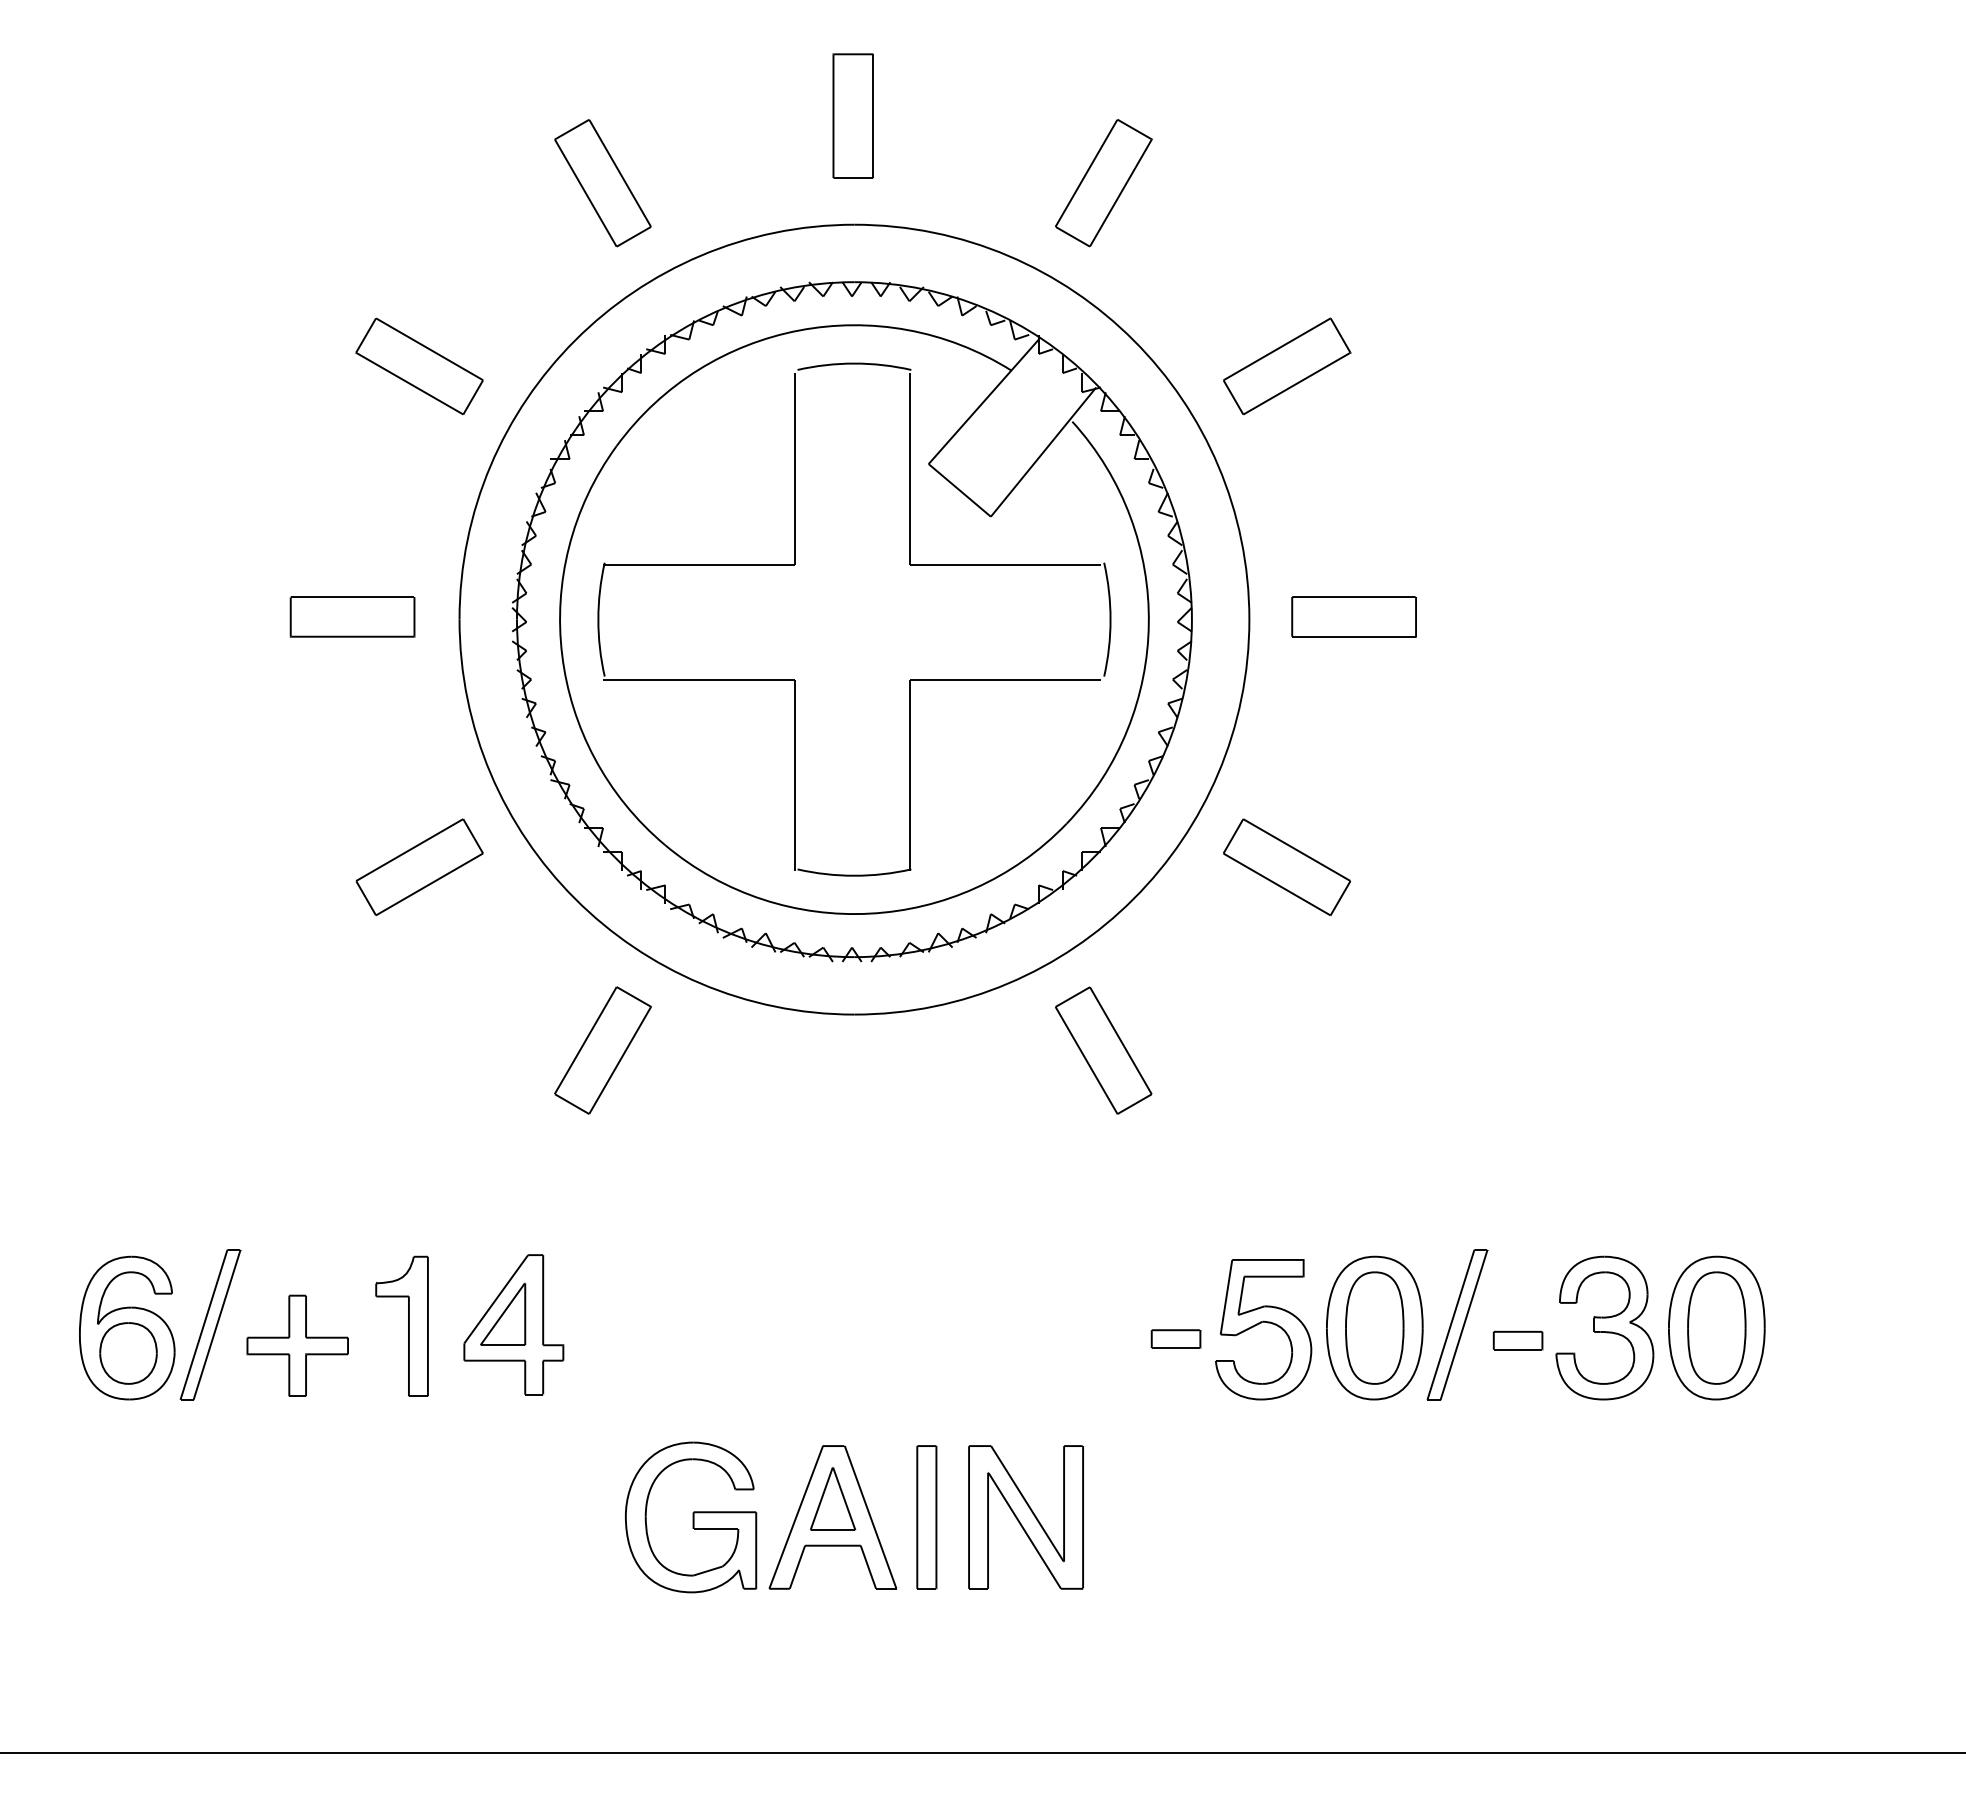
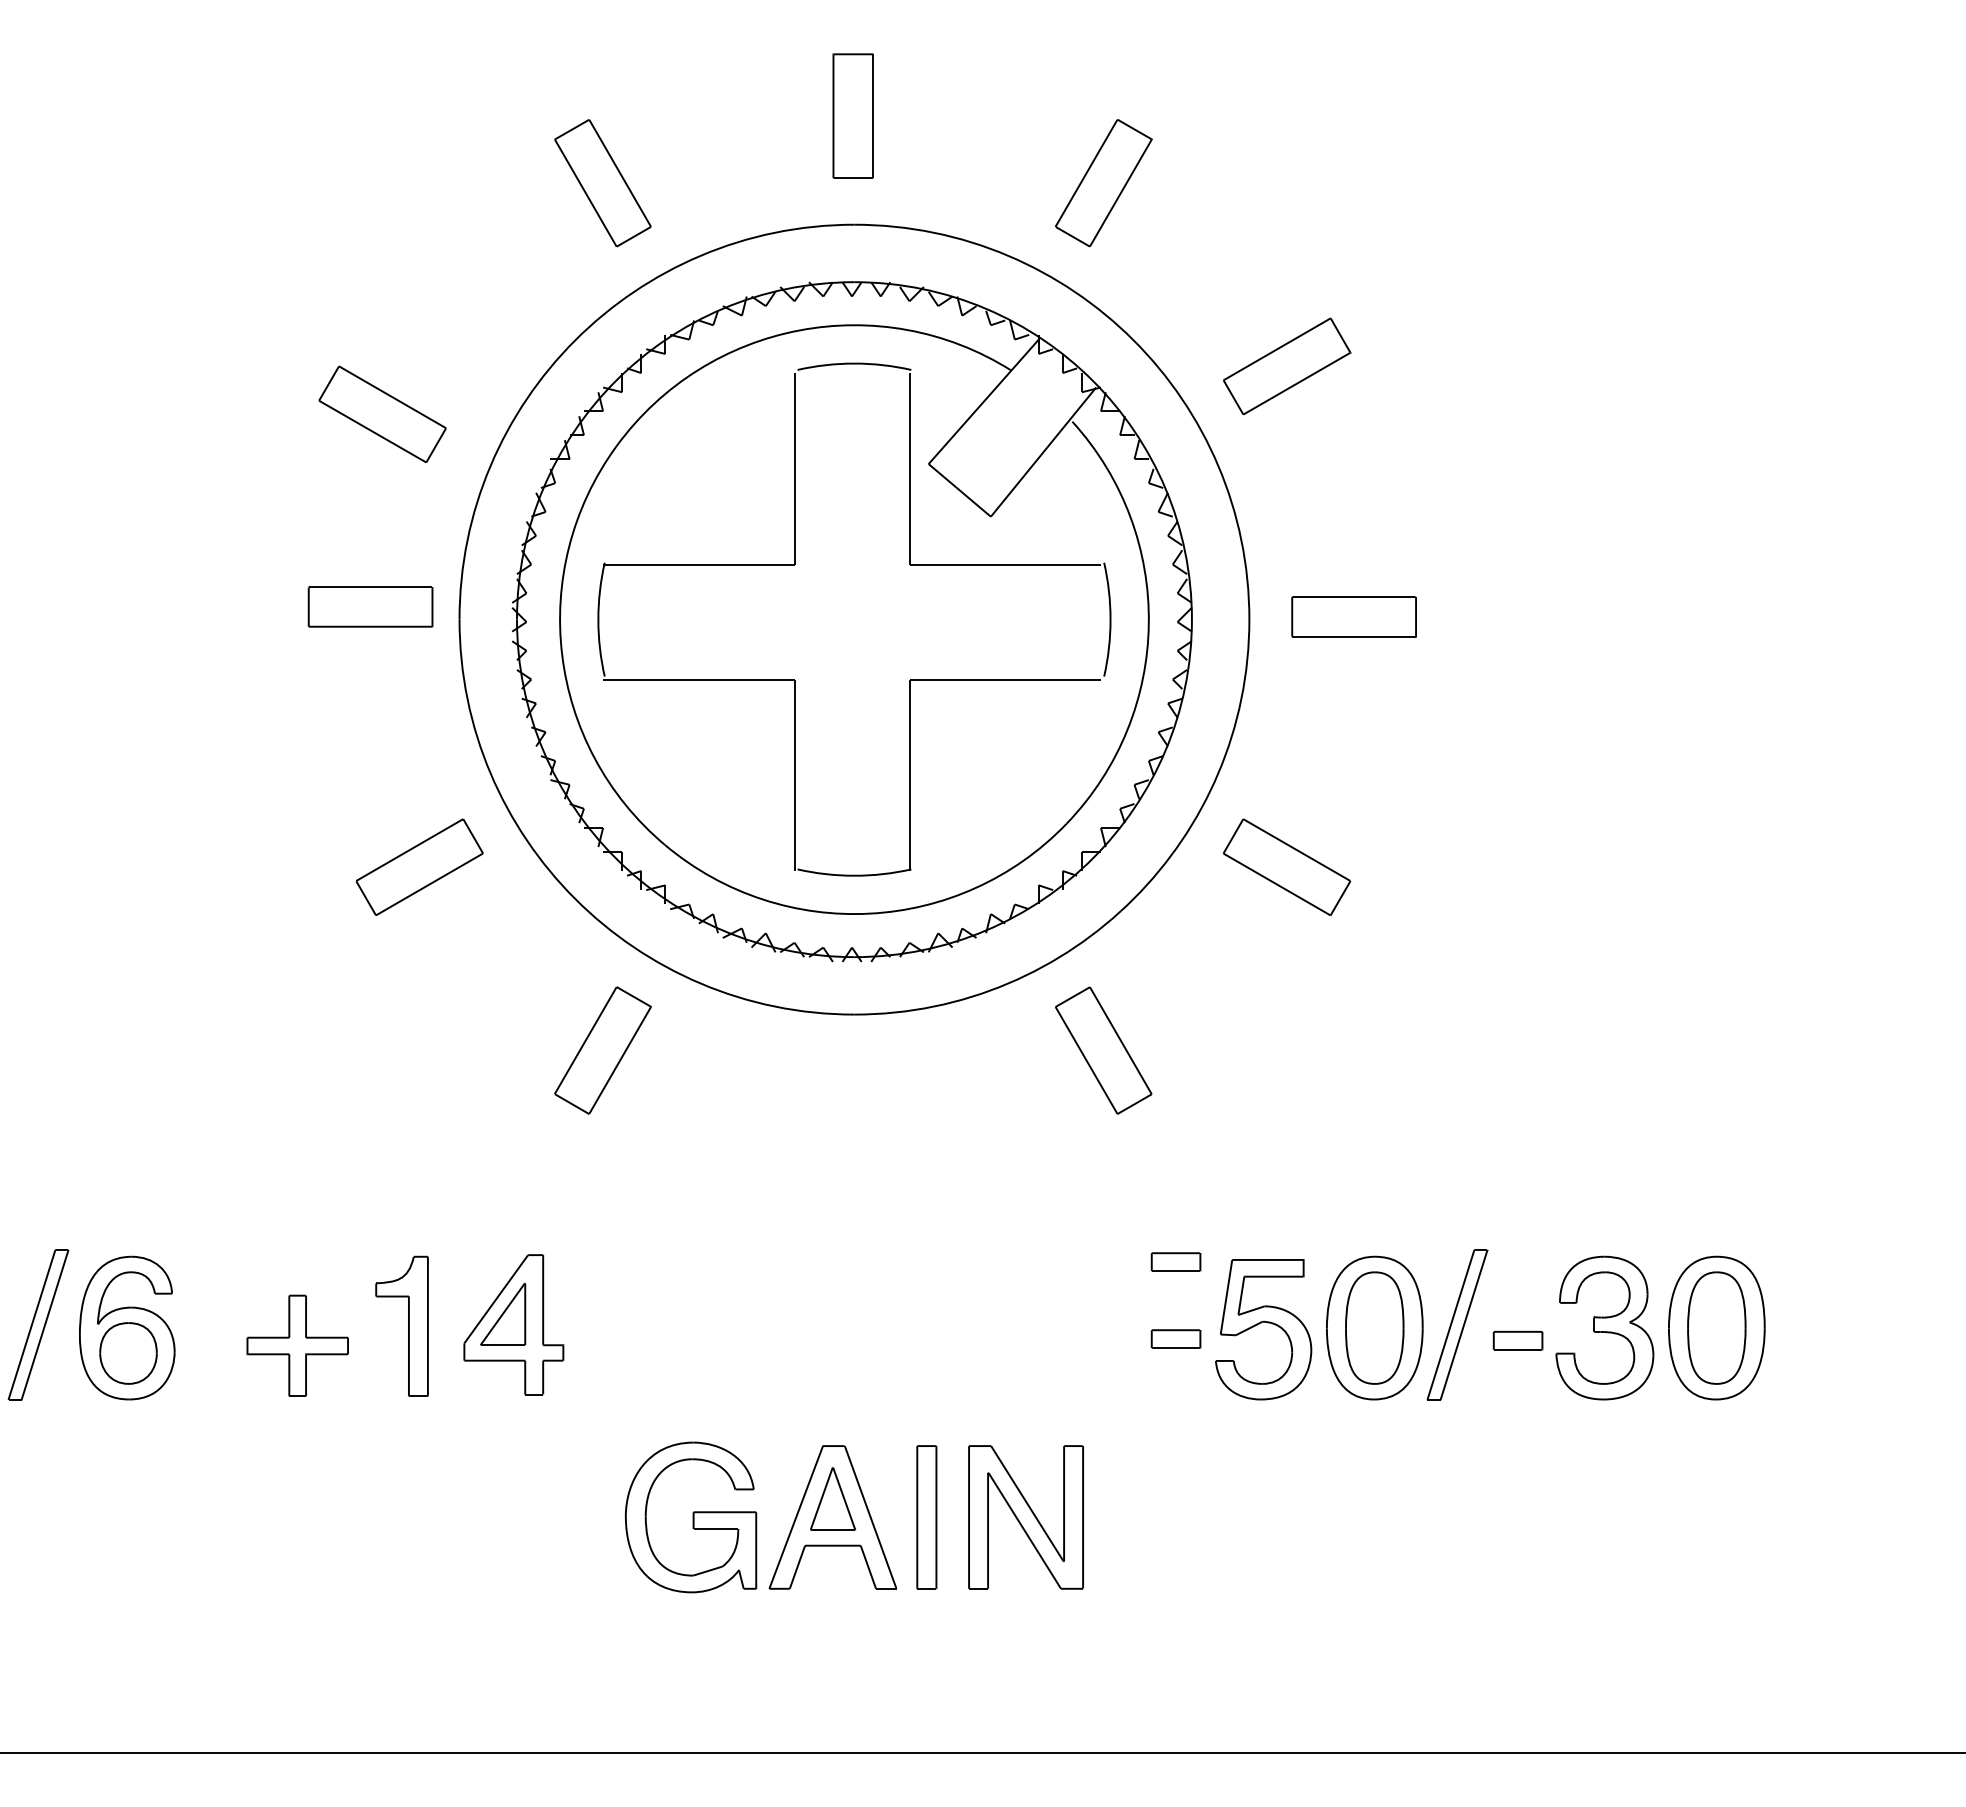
part at (419, 366) position: (419, 366) -> (382, 414)
part at (352, 616) position: (352, 616) -> (370, 606)
part at (1175, 1261): none -> present
part at (210, 1324) position: (210, 1324) -> (38, 1324)
